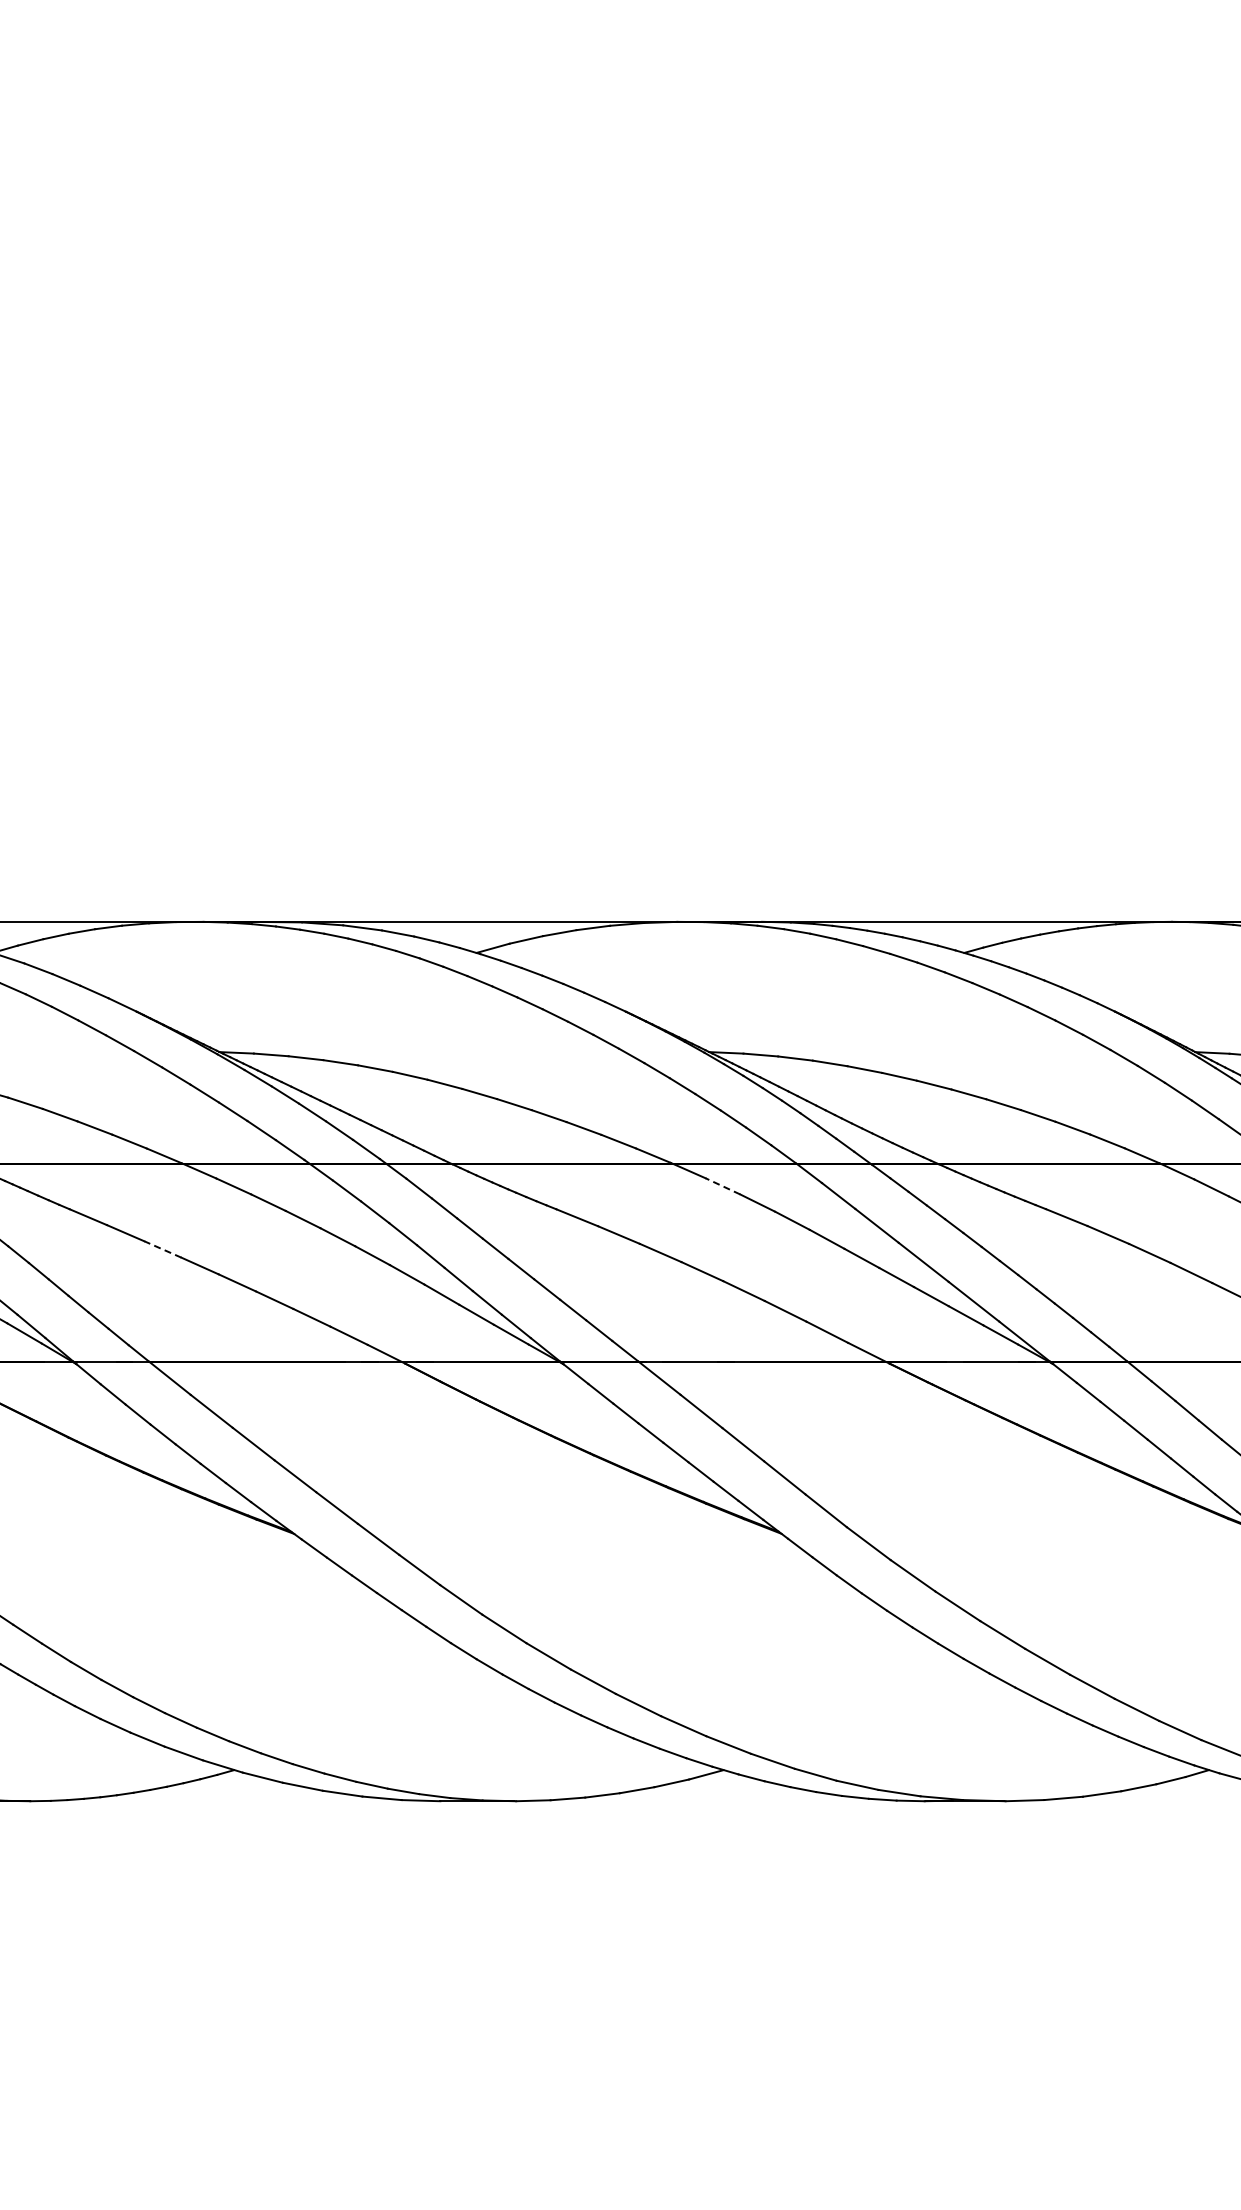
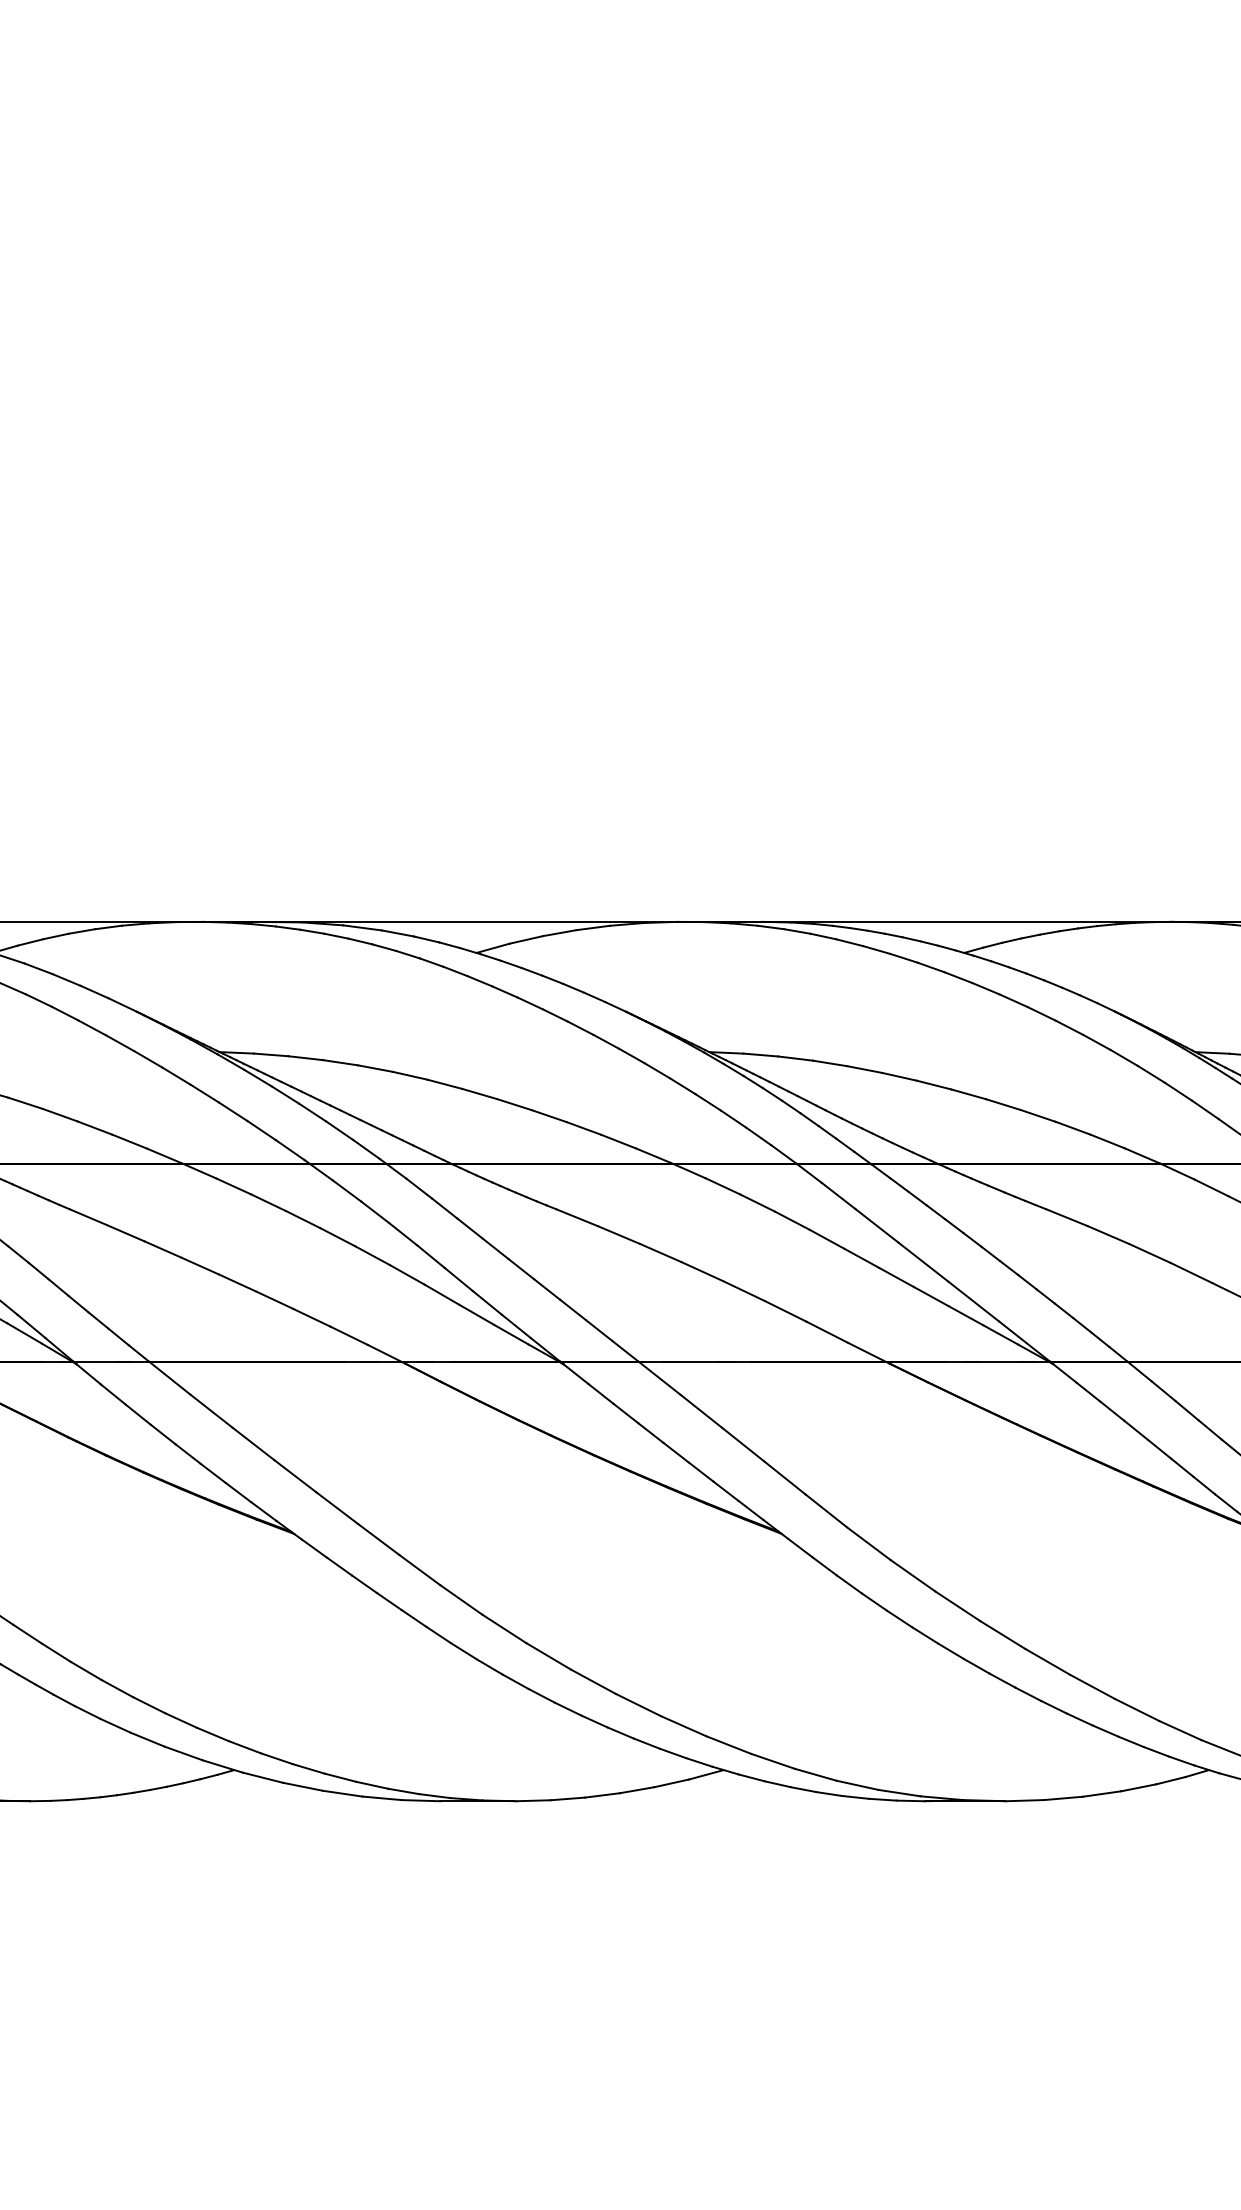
line at (722, 1186): dashed -> solid
line at (162, 1249): dashed -> solid
